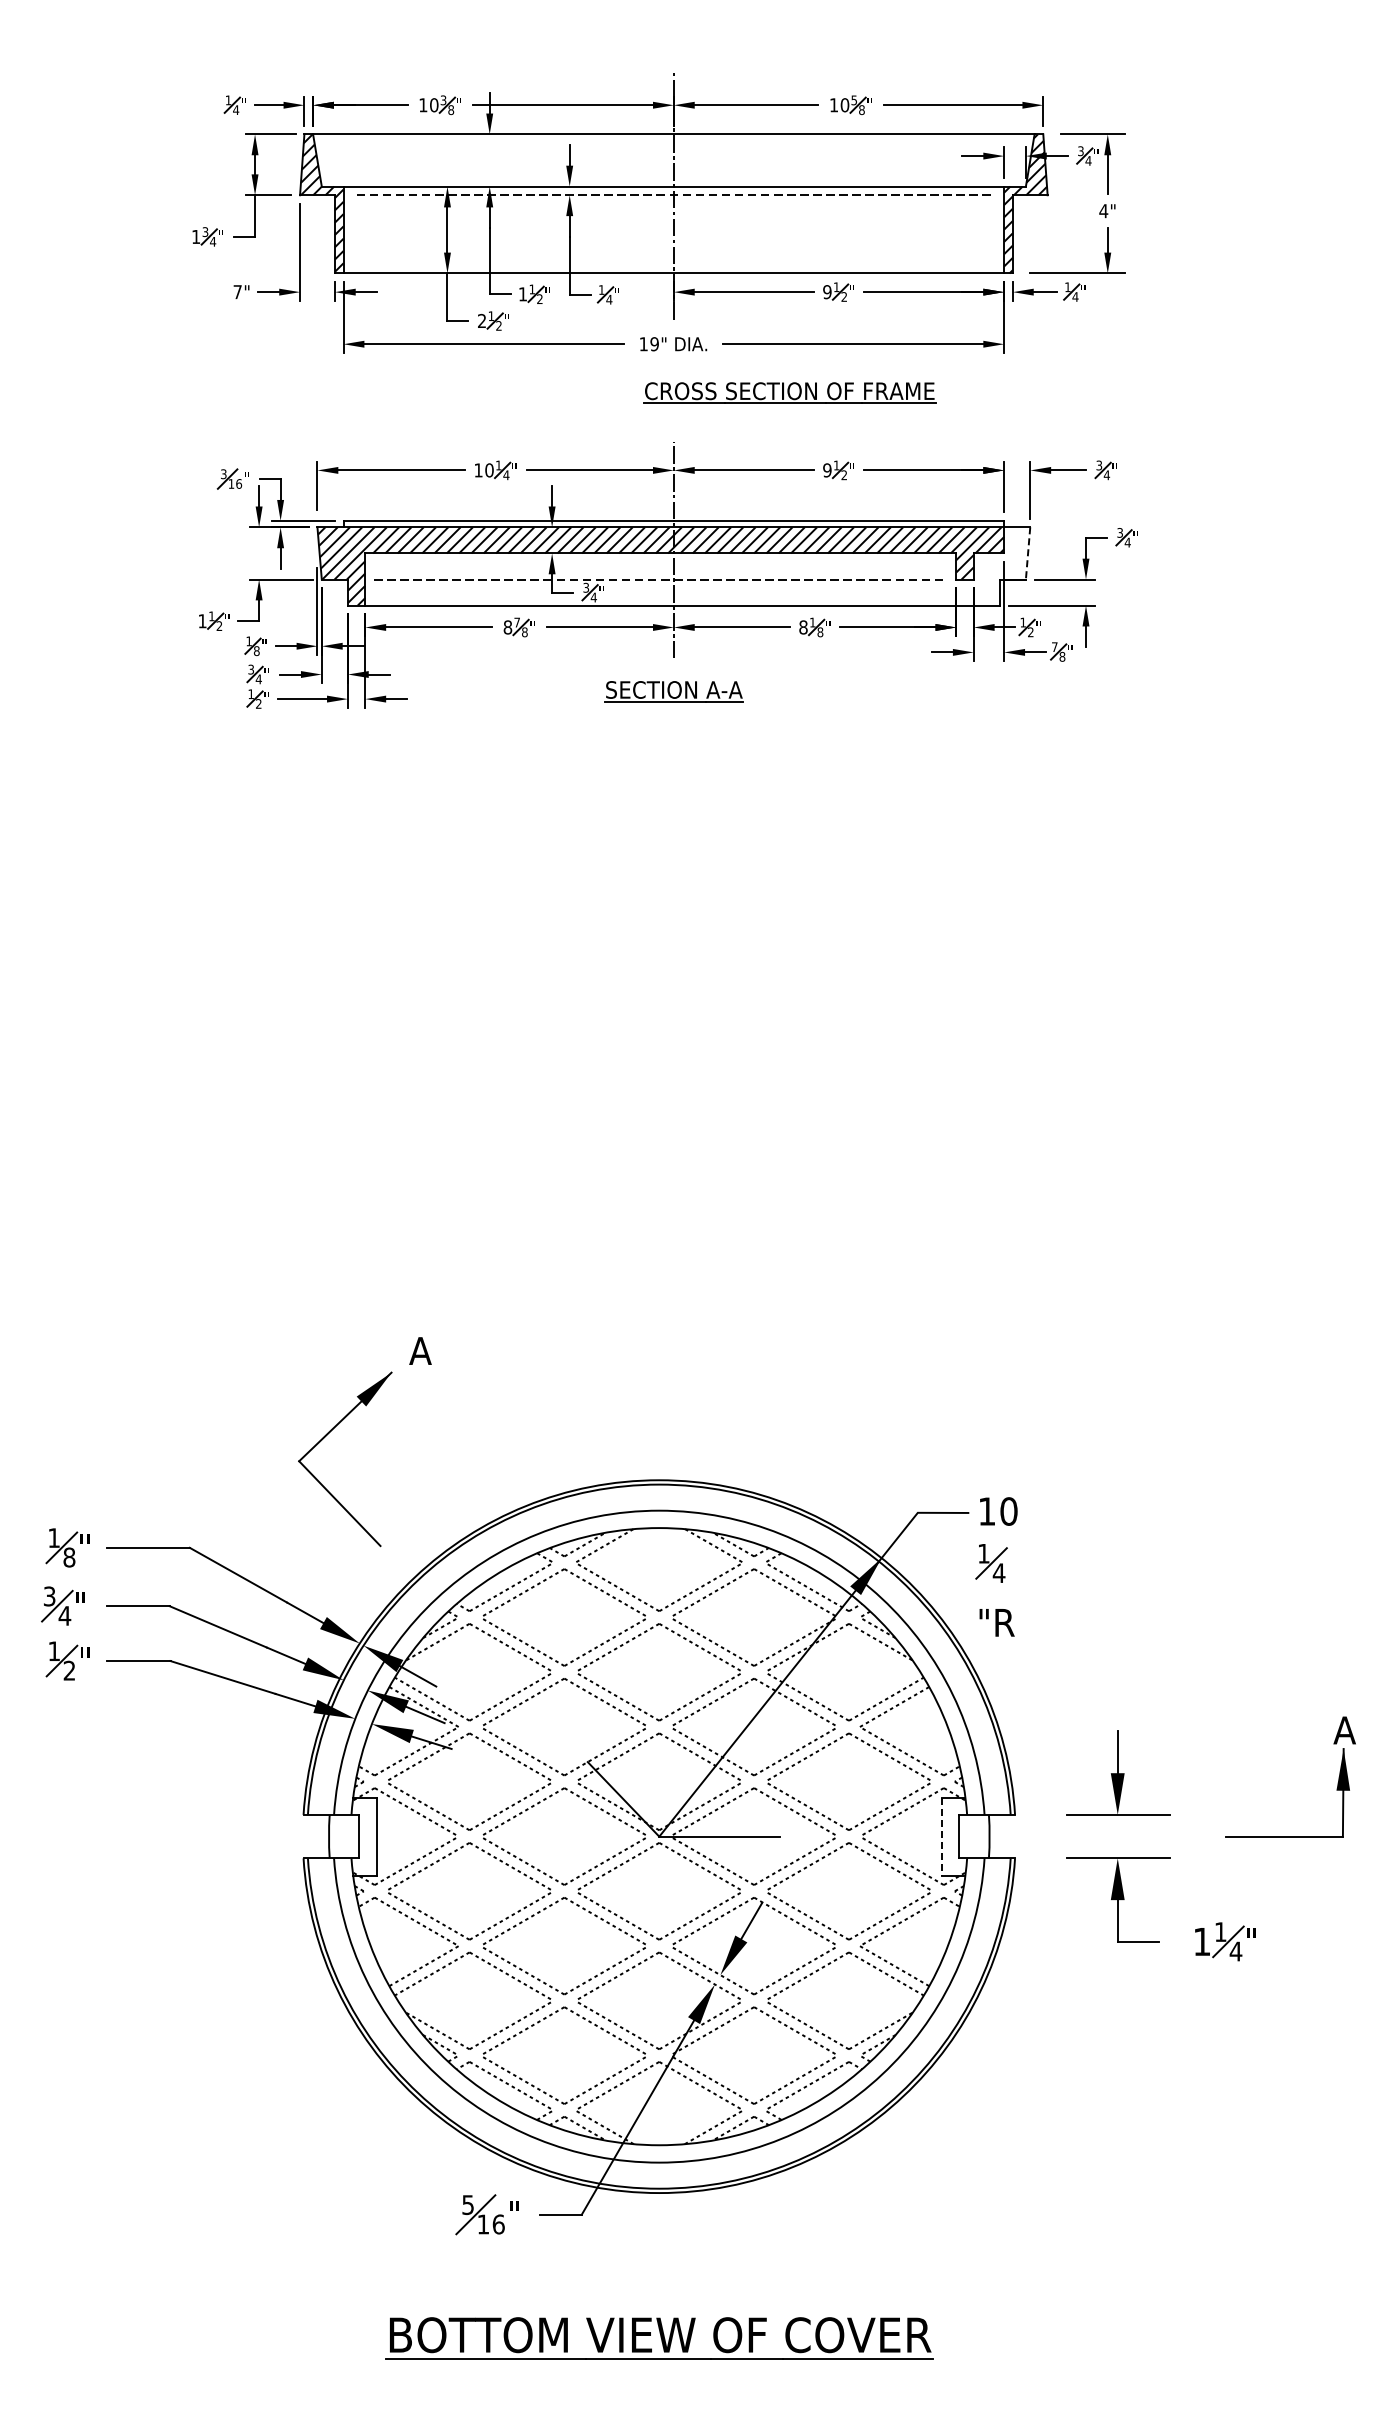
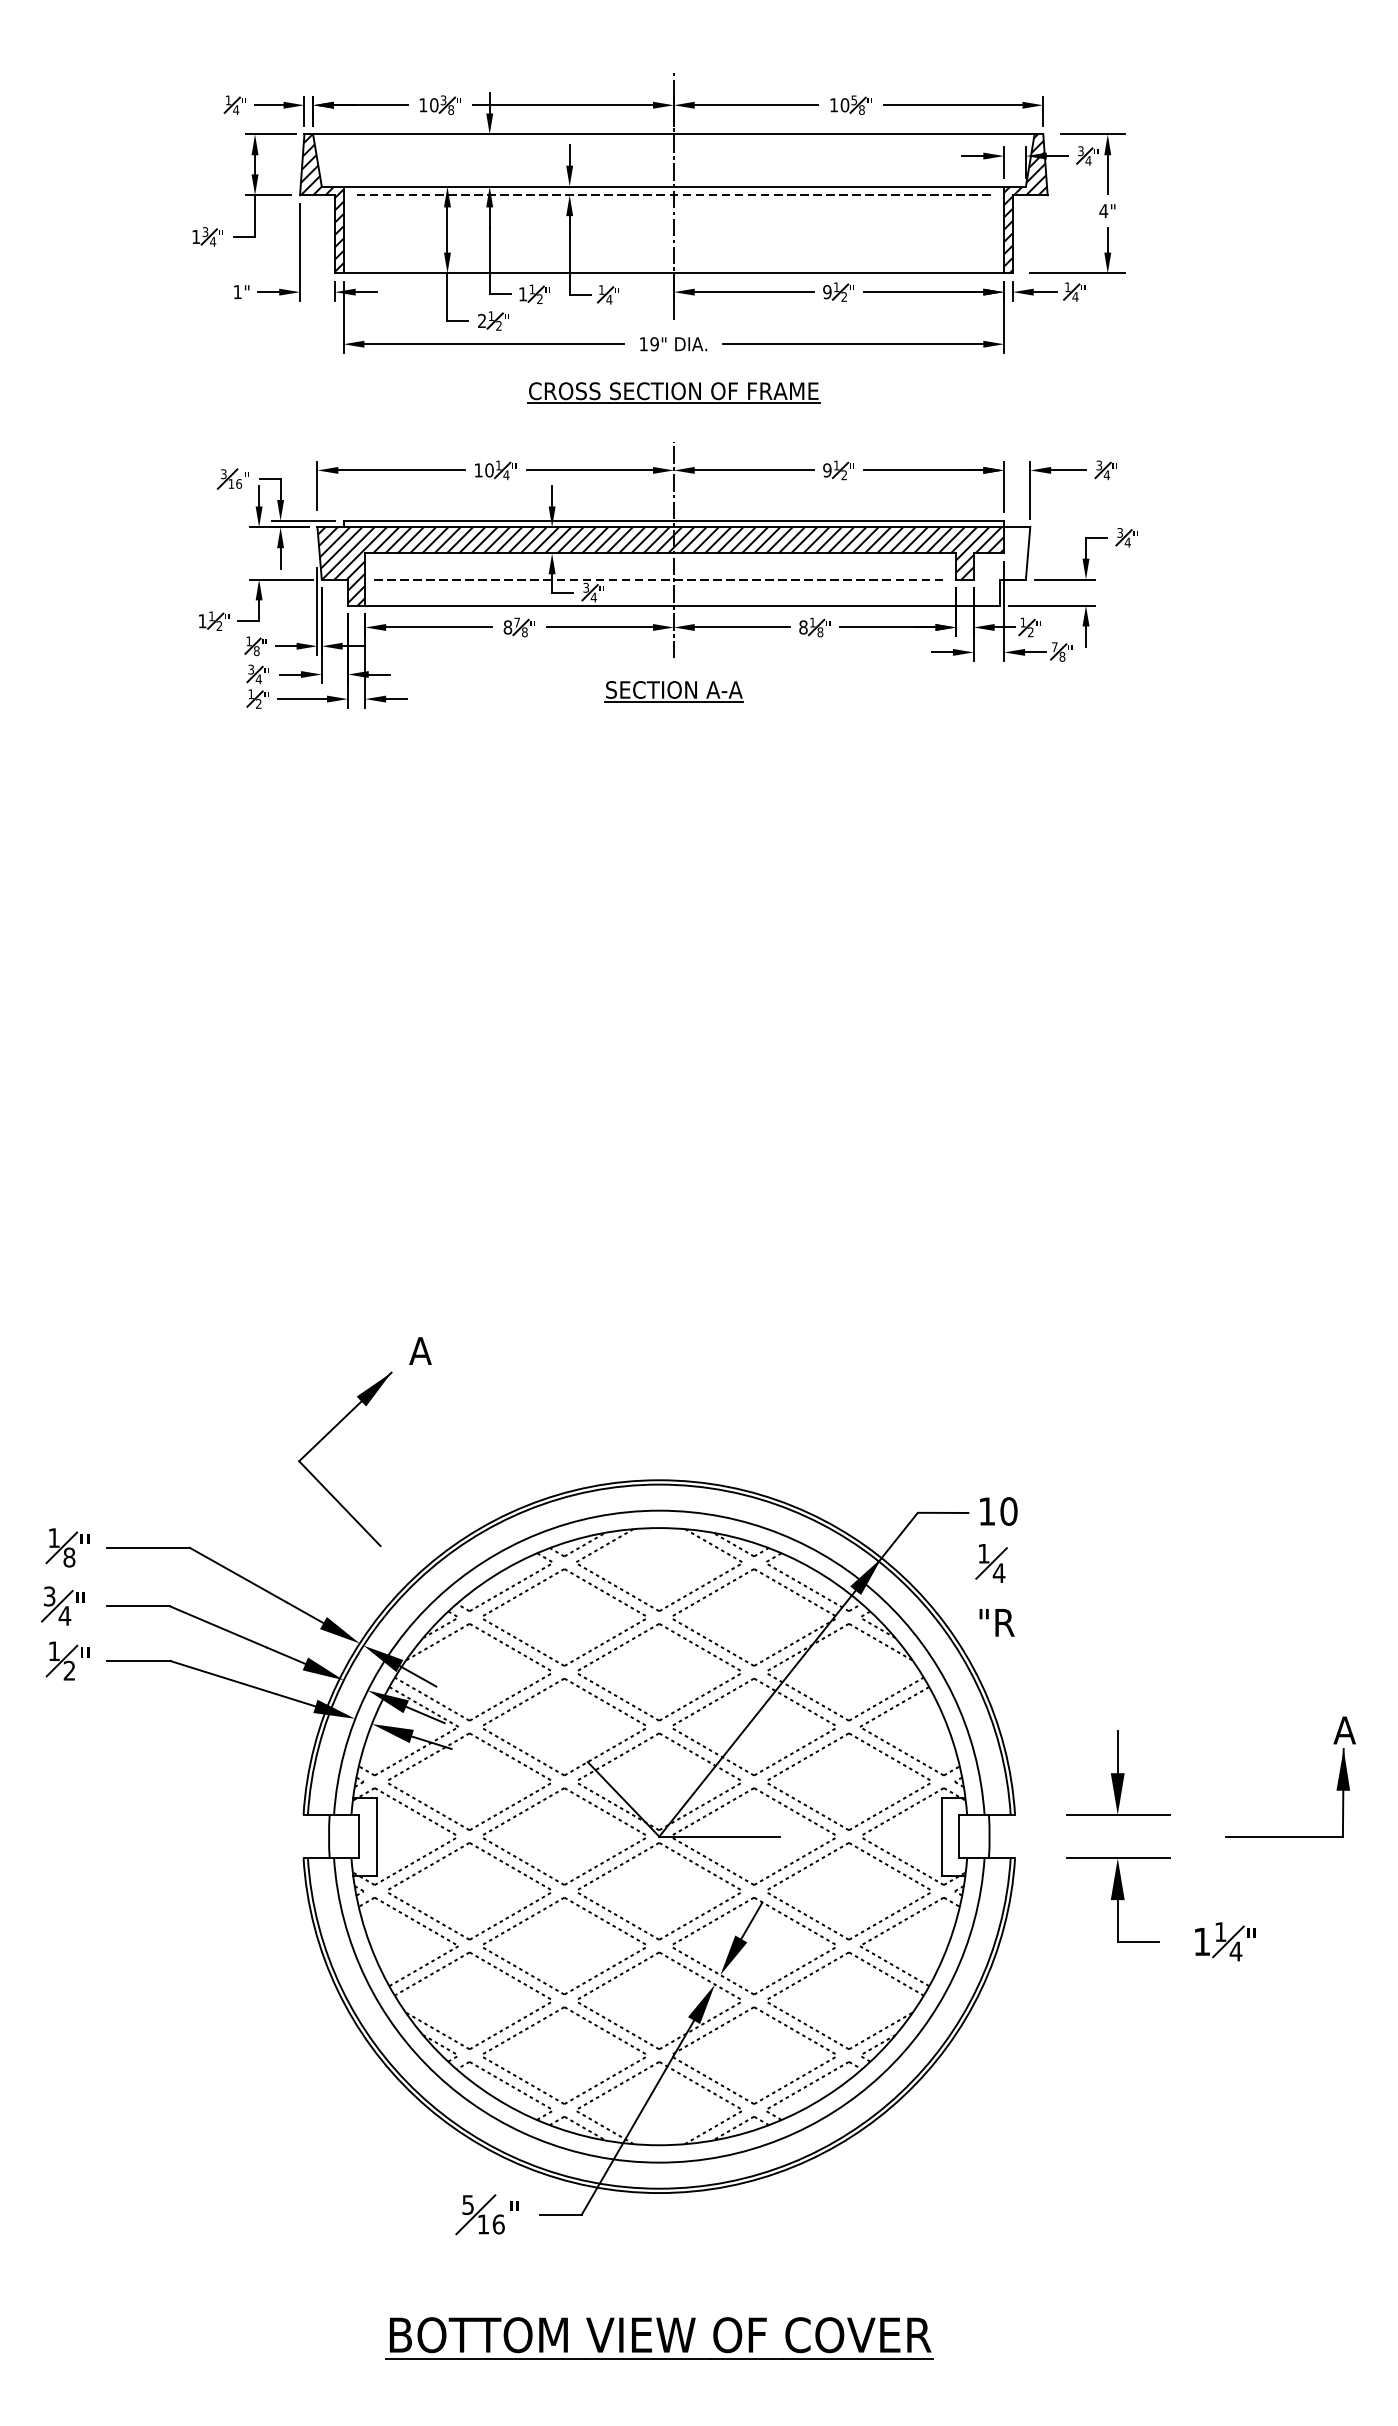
text at (237, 292): 7" -> 1"
part at (789, 392) position: (789, 392) -> (673, 392)
line at (1028, 553): dashed -> solid
line at (941, 1837): dashed -> solid
